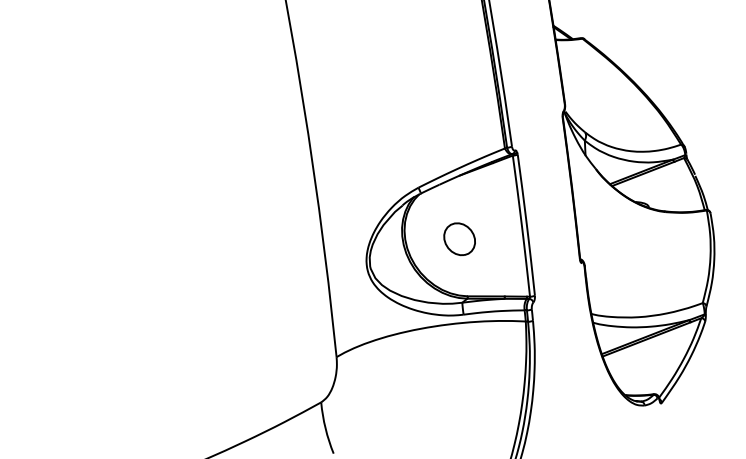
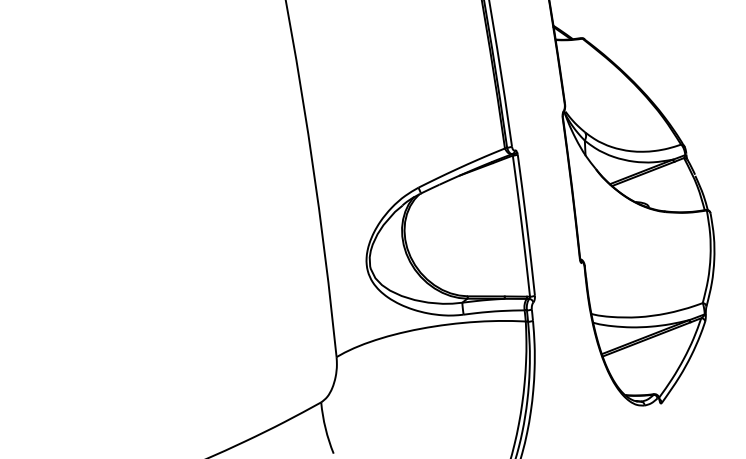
part at (459, 239): present -> none
